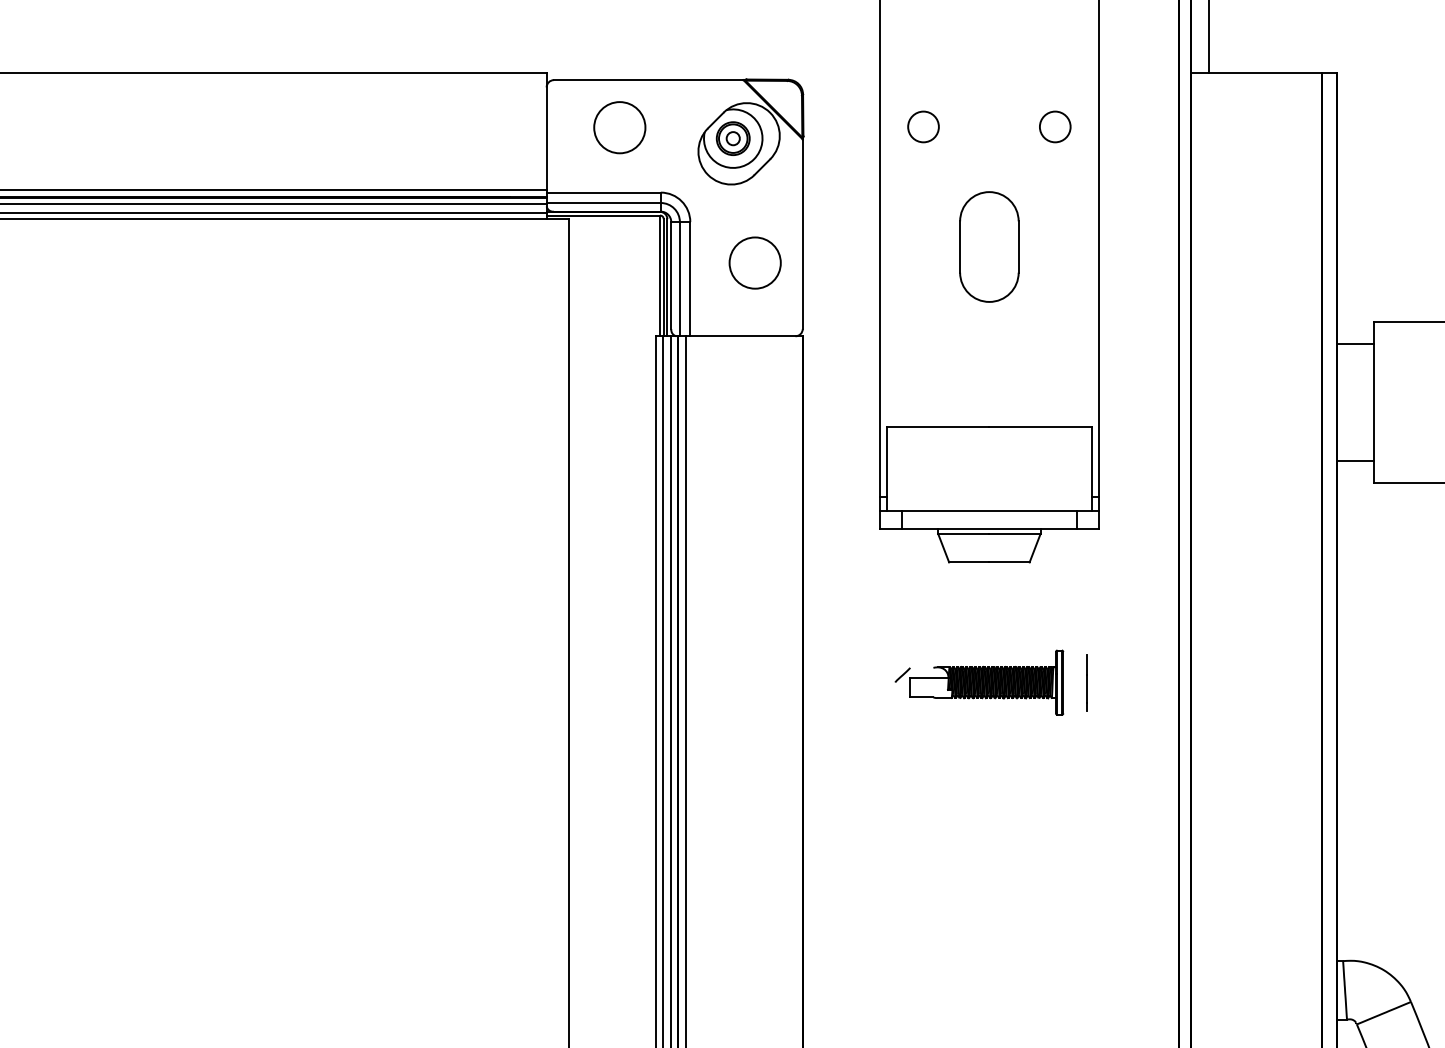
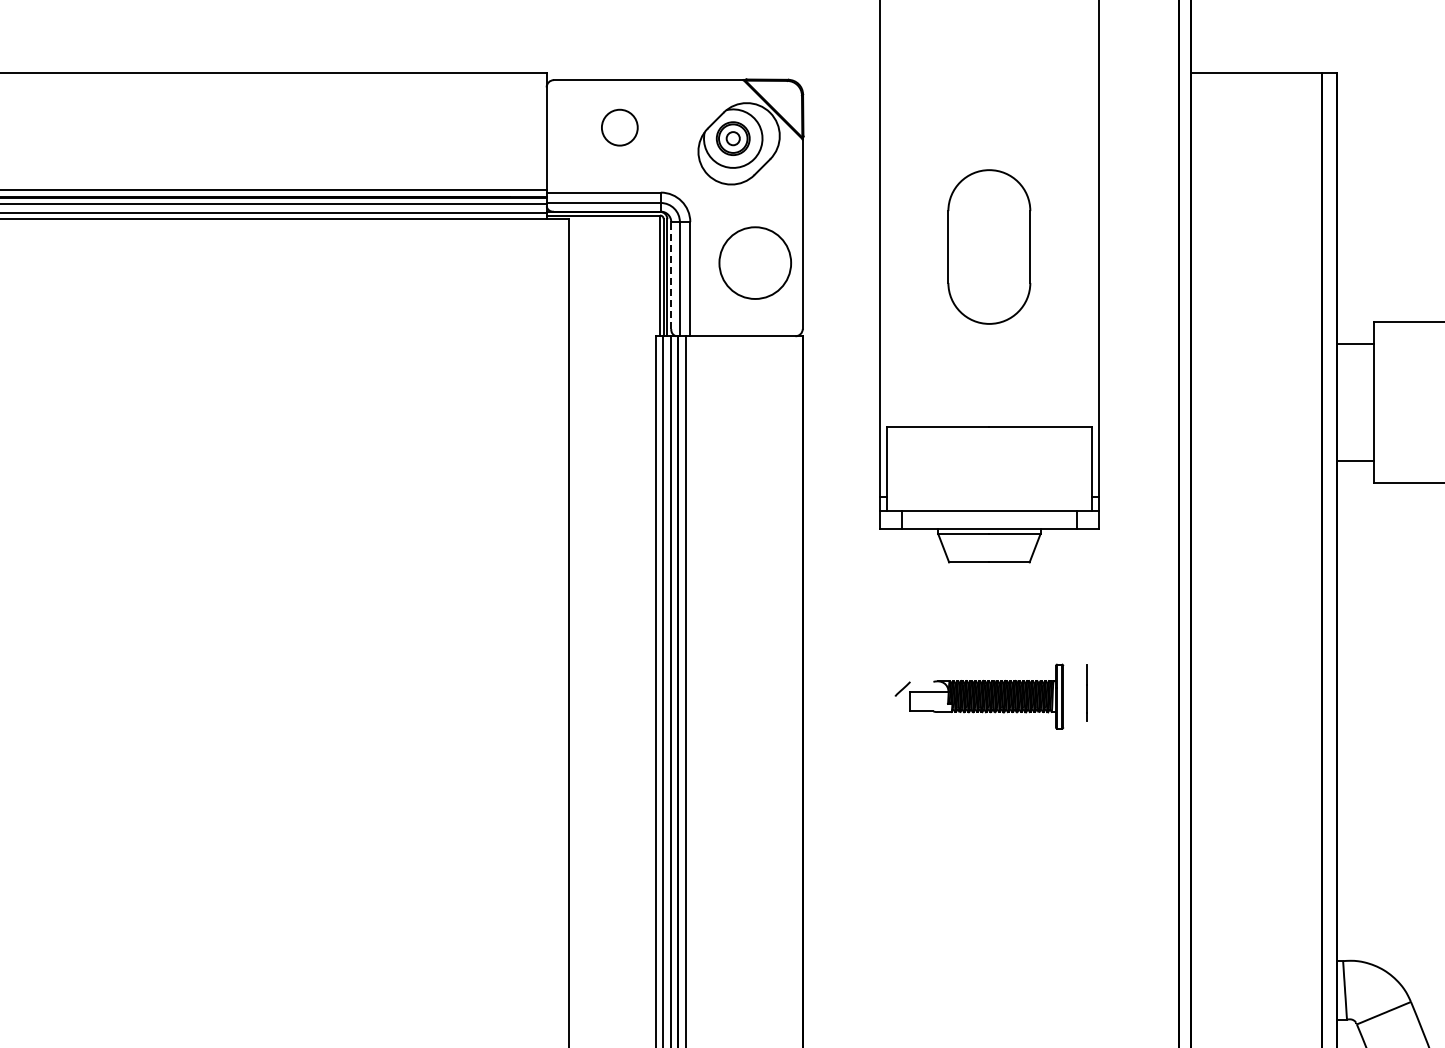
line at (1208, 37): present -> none
circle at (923, 126): present -> none
circle at (1055, 126): present -> none
circle at (619, 127) diameter: 51 px -> 36 px
part at (989, 246) size: 61x112 px -> 85x156 px
circle at (754, 262) size: 54x54 px -> 74x74 px
line at (671, 275): solid -> dashed
part at (979, 682) position: (979, 682) -> (979, 696)
line at (1086, 682) position: (1086, 682) -> (1086, 692)
